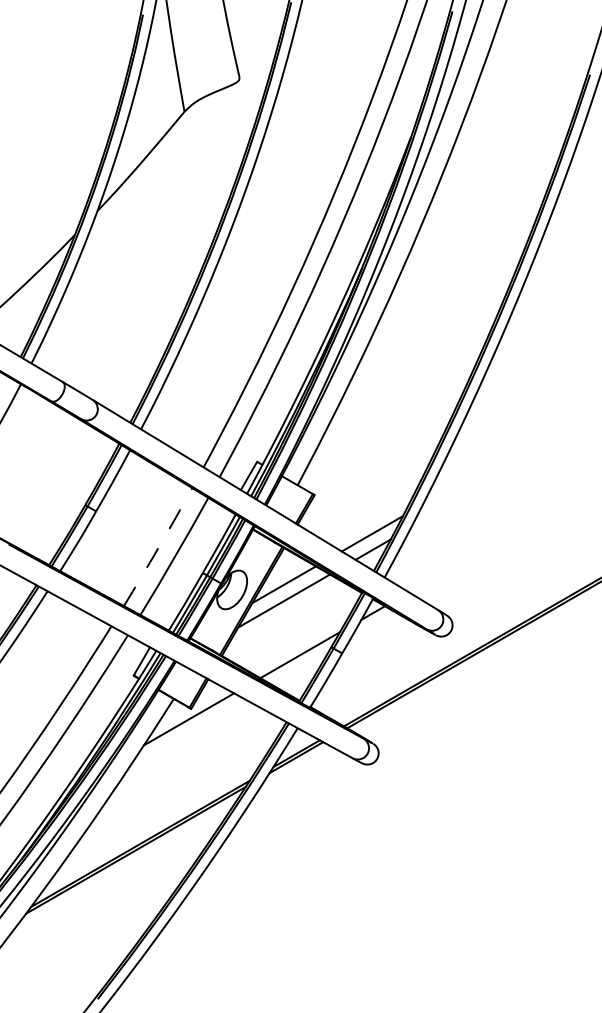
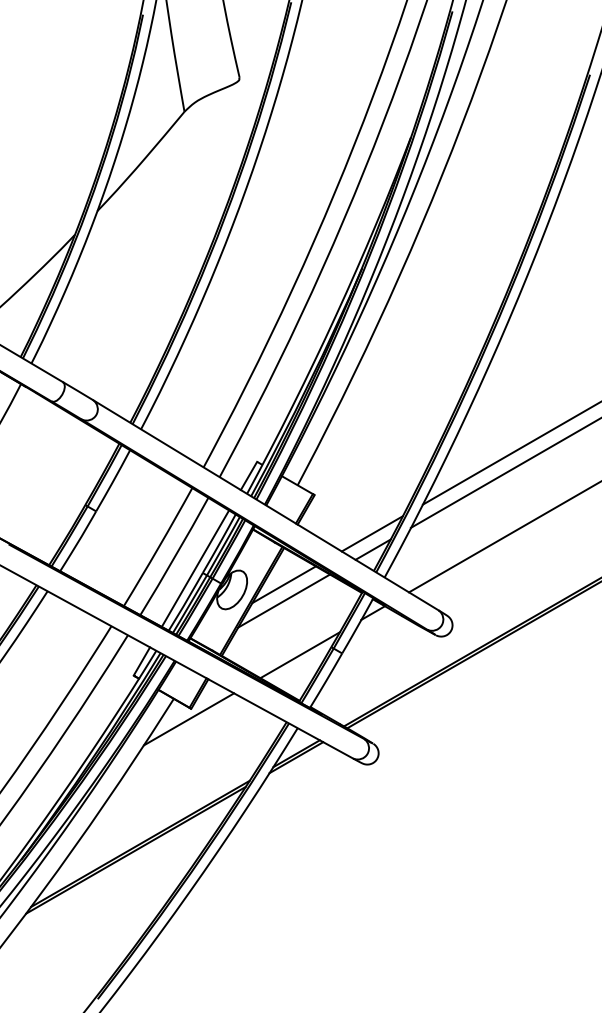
line at (510, 453): none -> present
line at (504, 473): none -> present
line at (503, 537): none -> present
arc at (158, 547): dashed -> solid
line at (195, 568): none -> present
